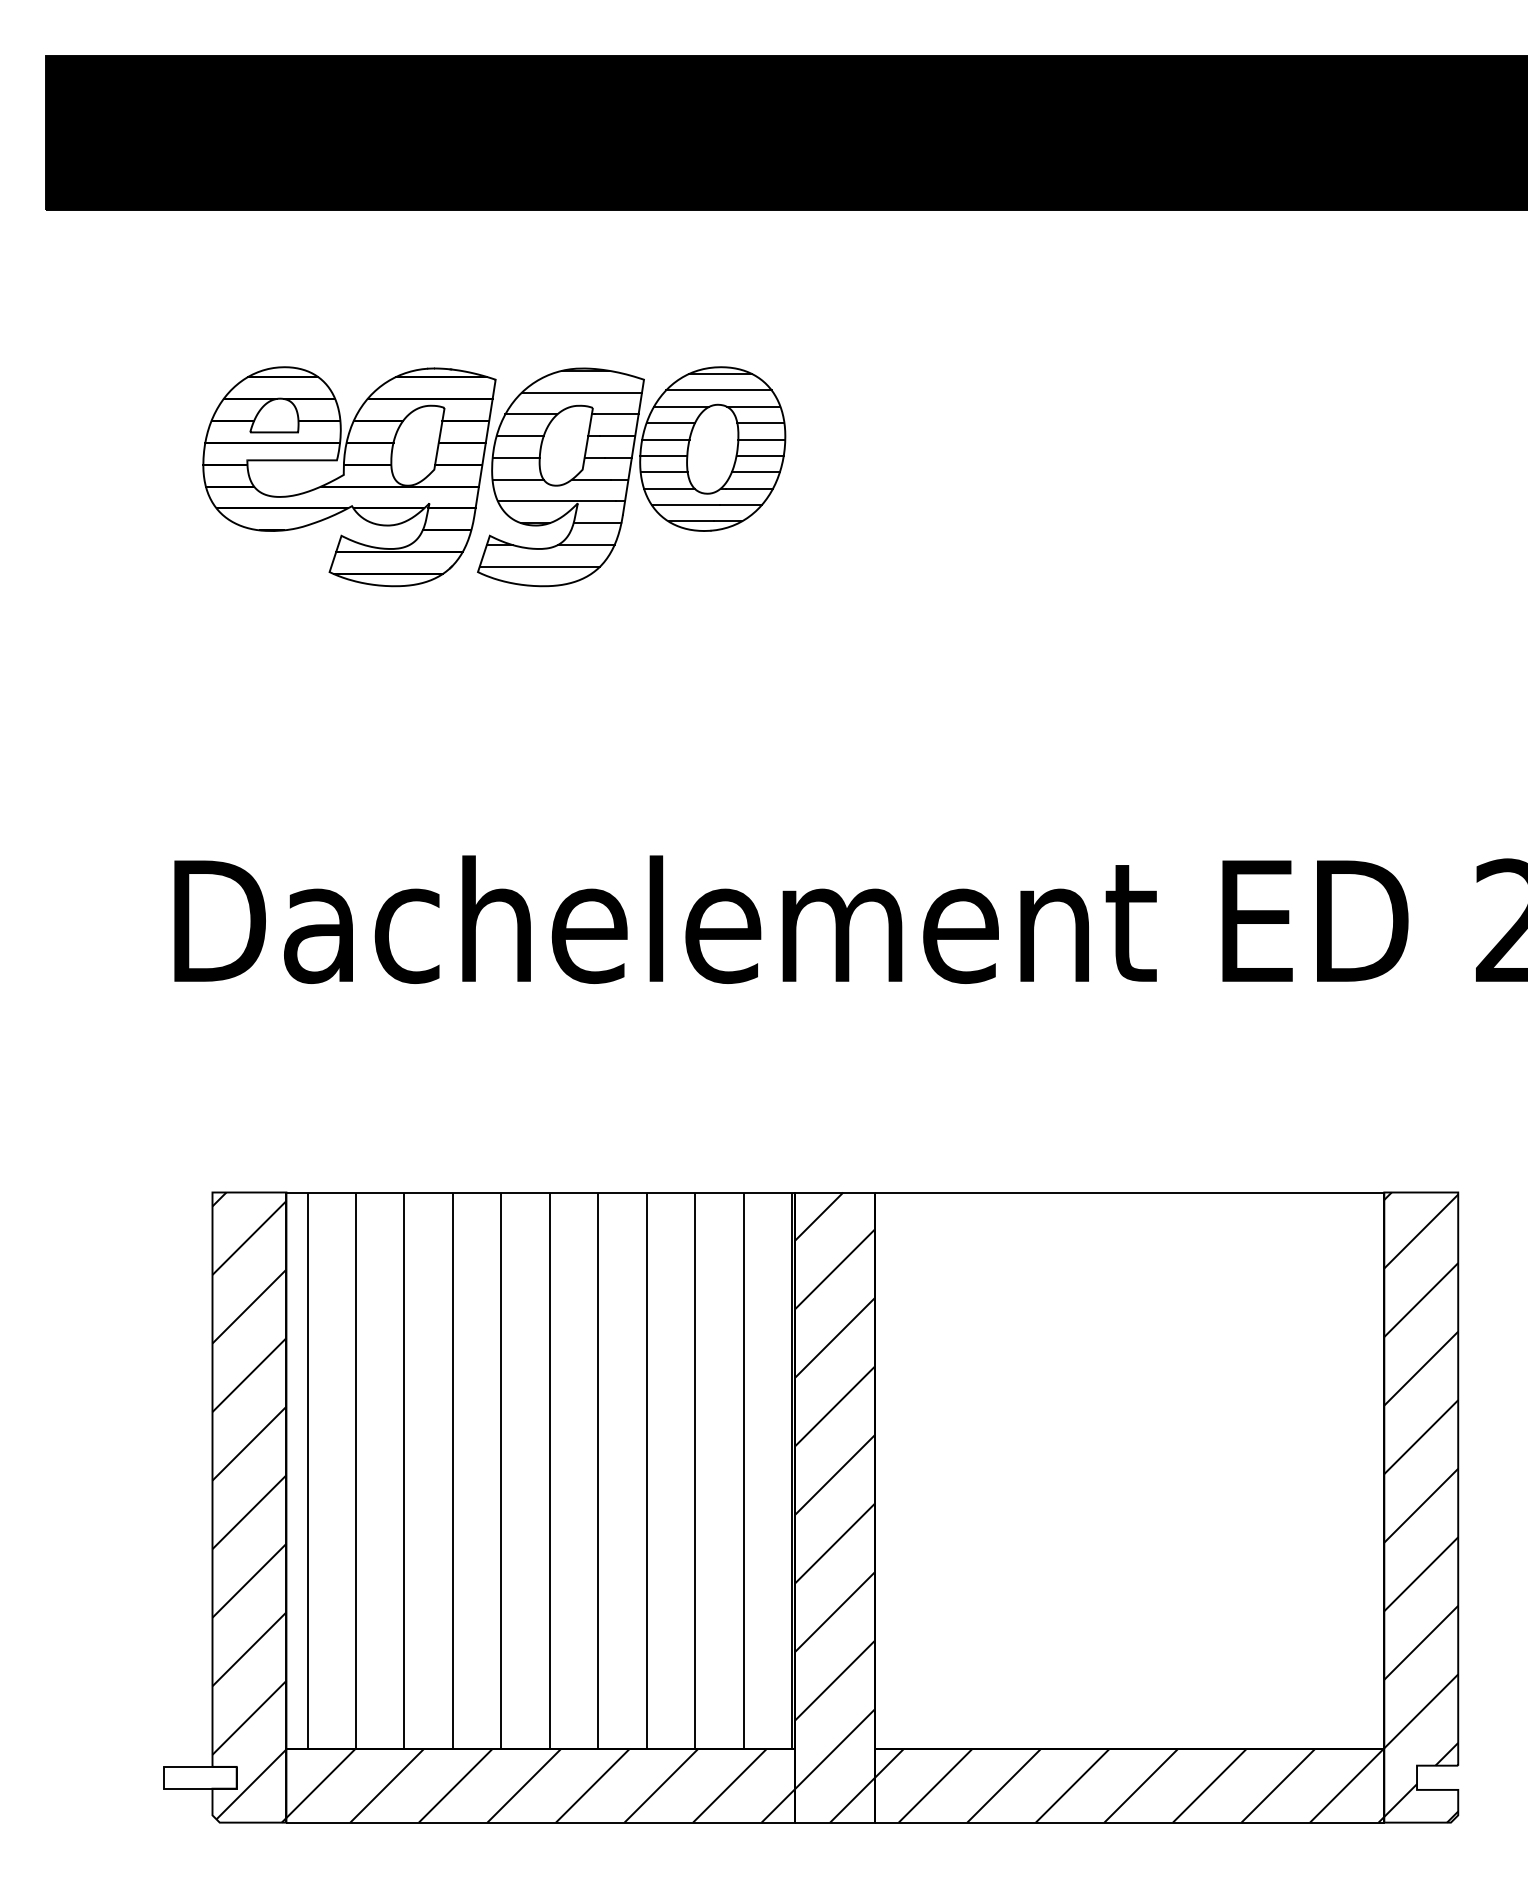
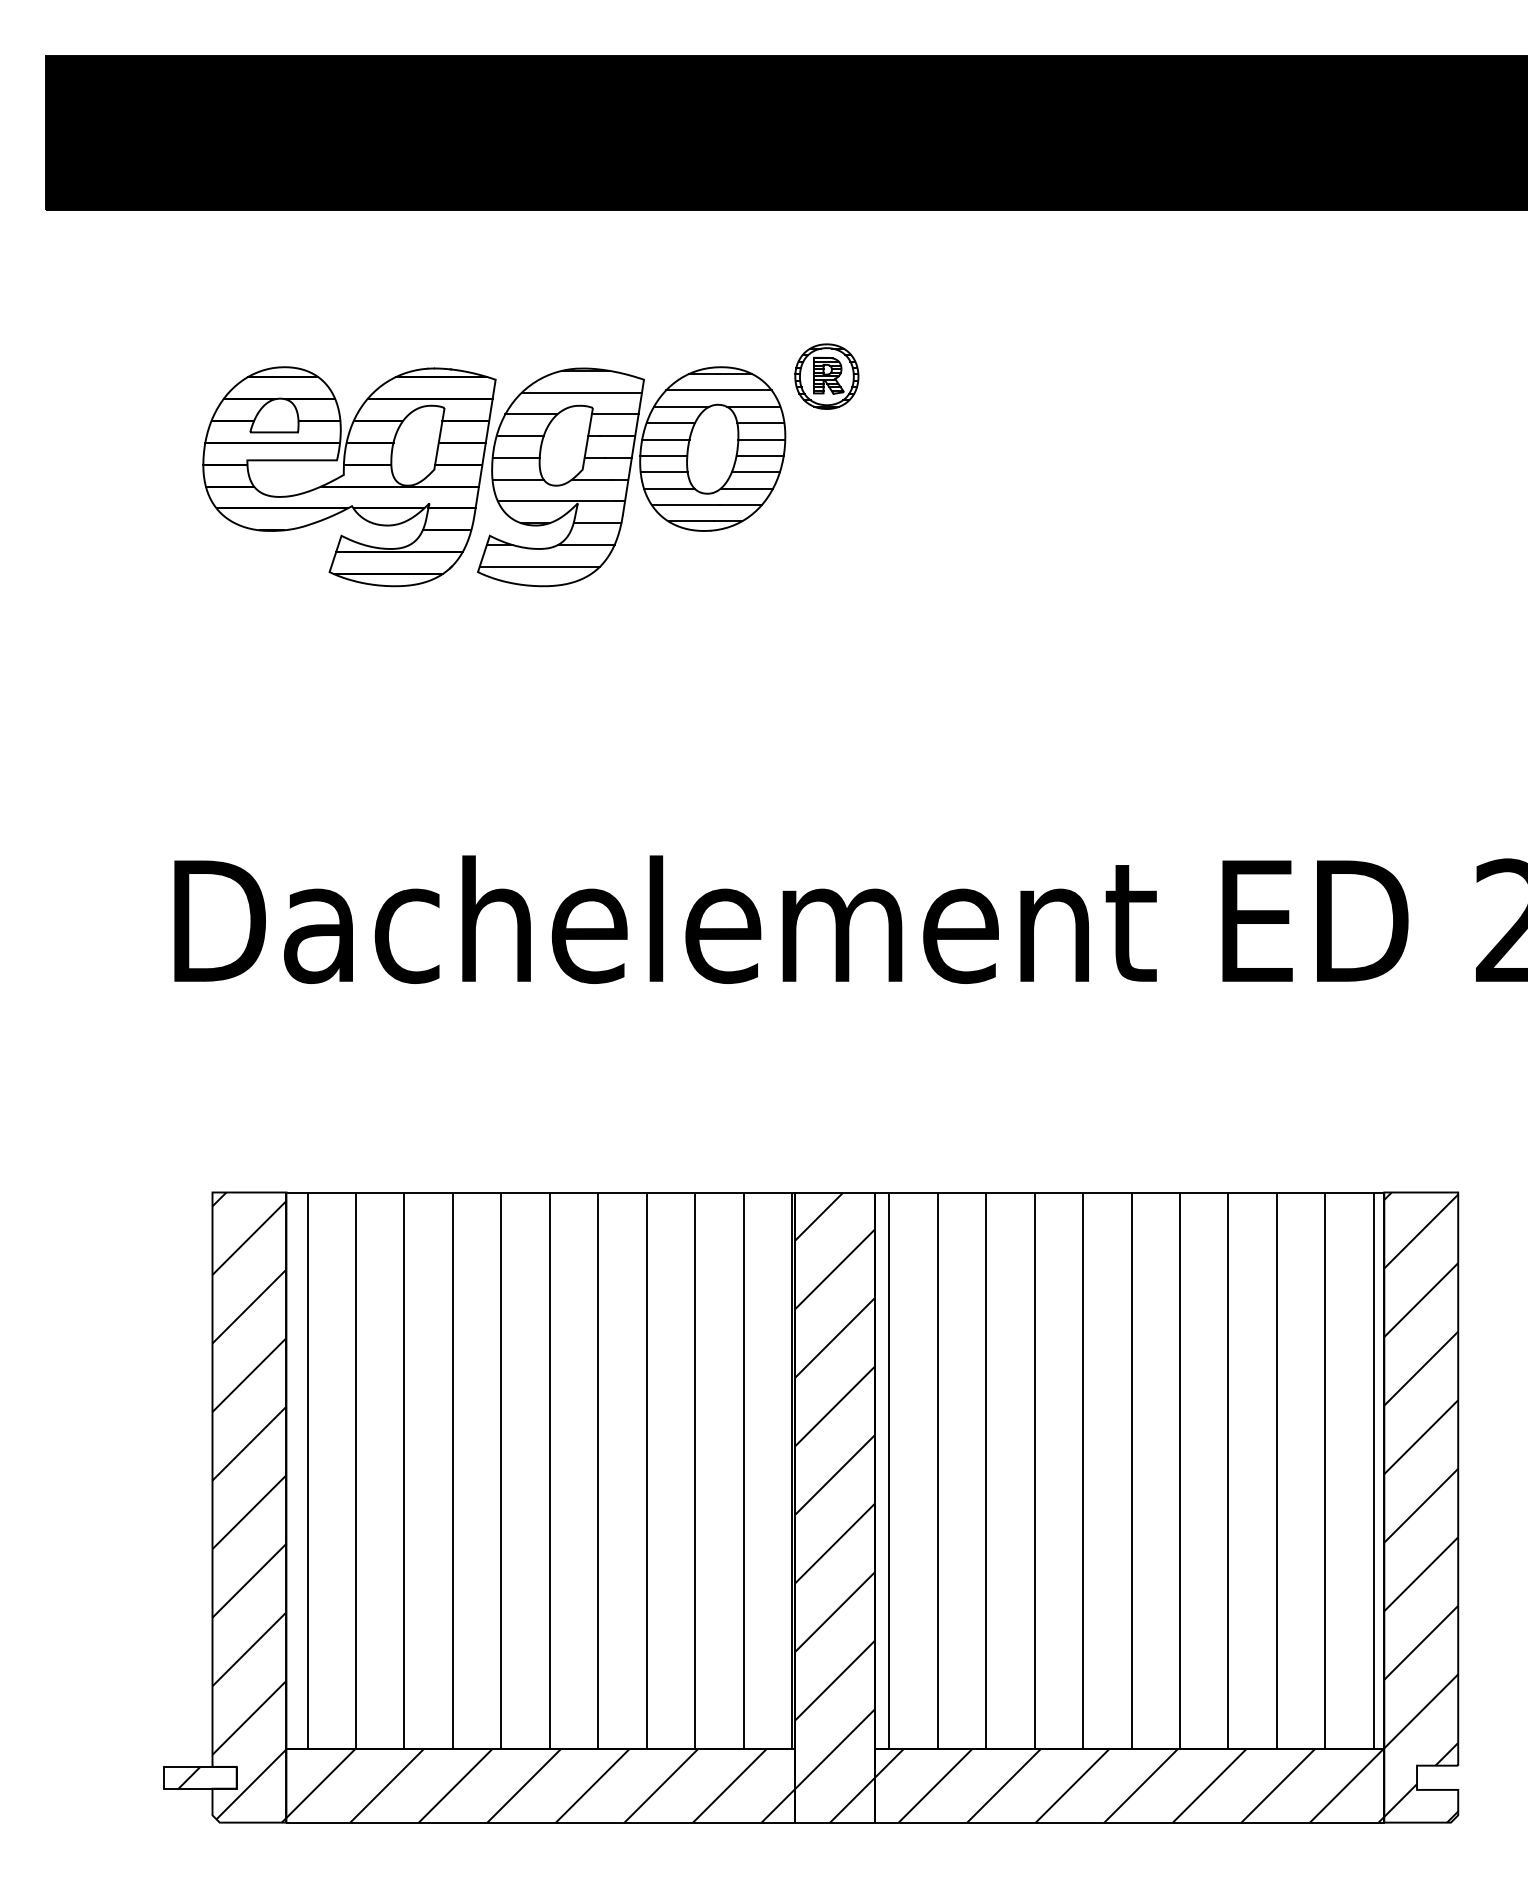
part at (826, 376): none -> present
hatch at (1131, 1470): none -> present
hatch at (189, 1777): none -> present
